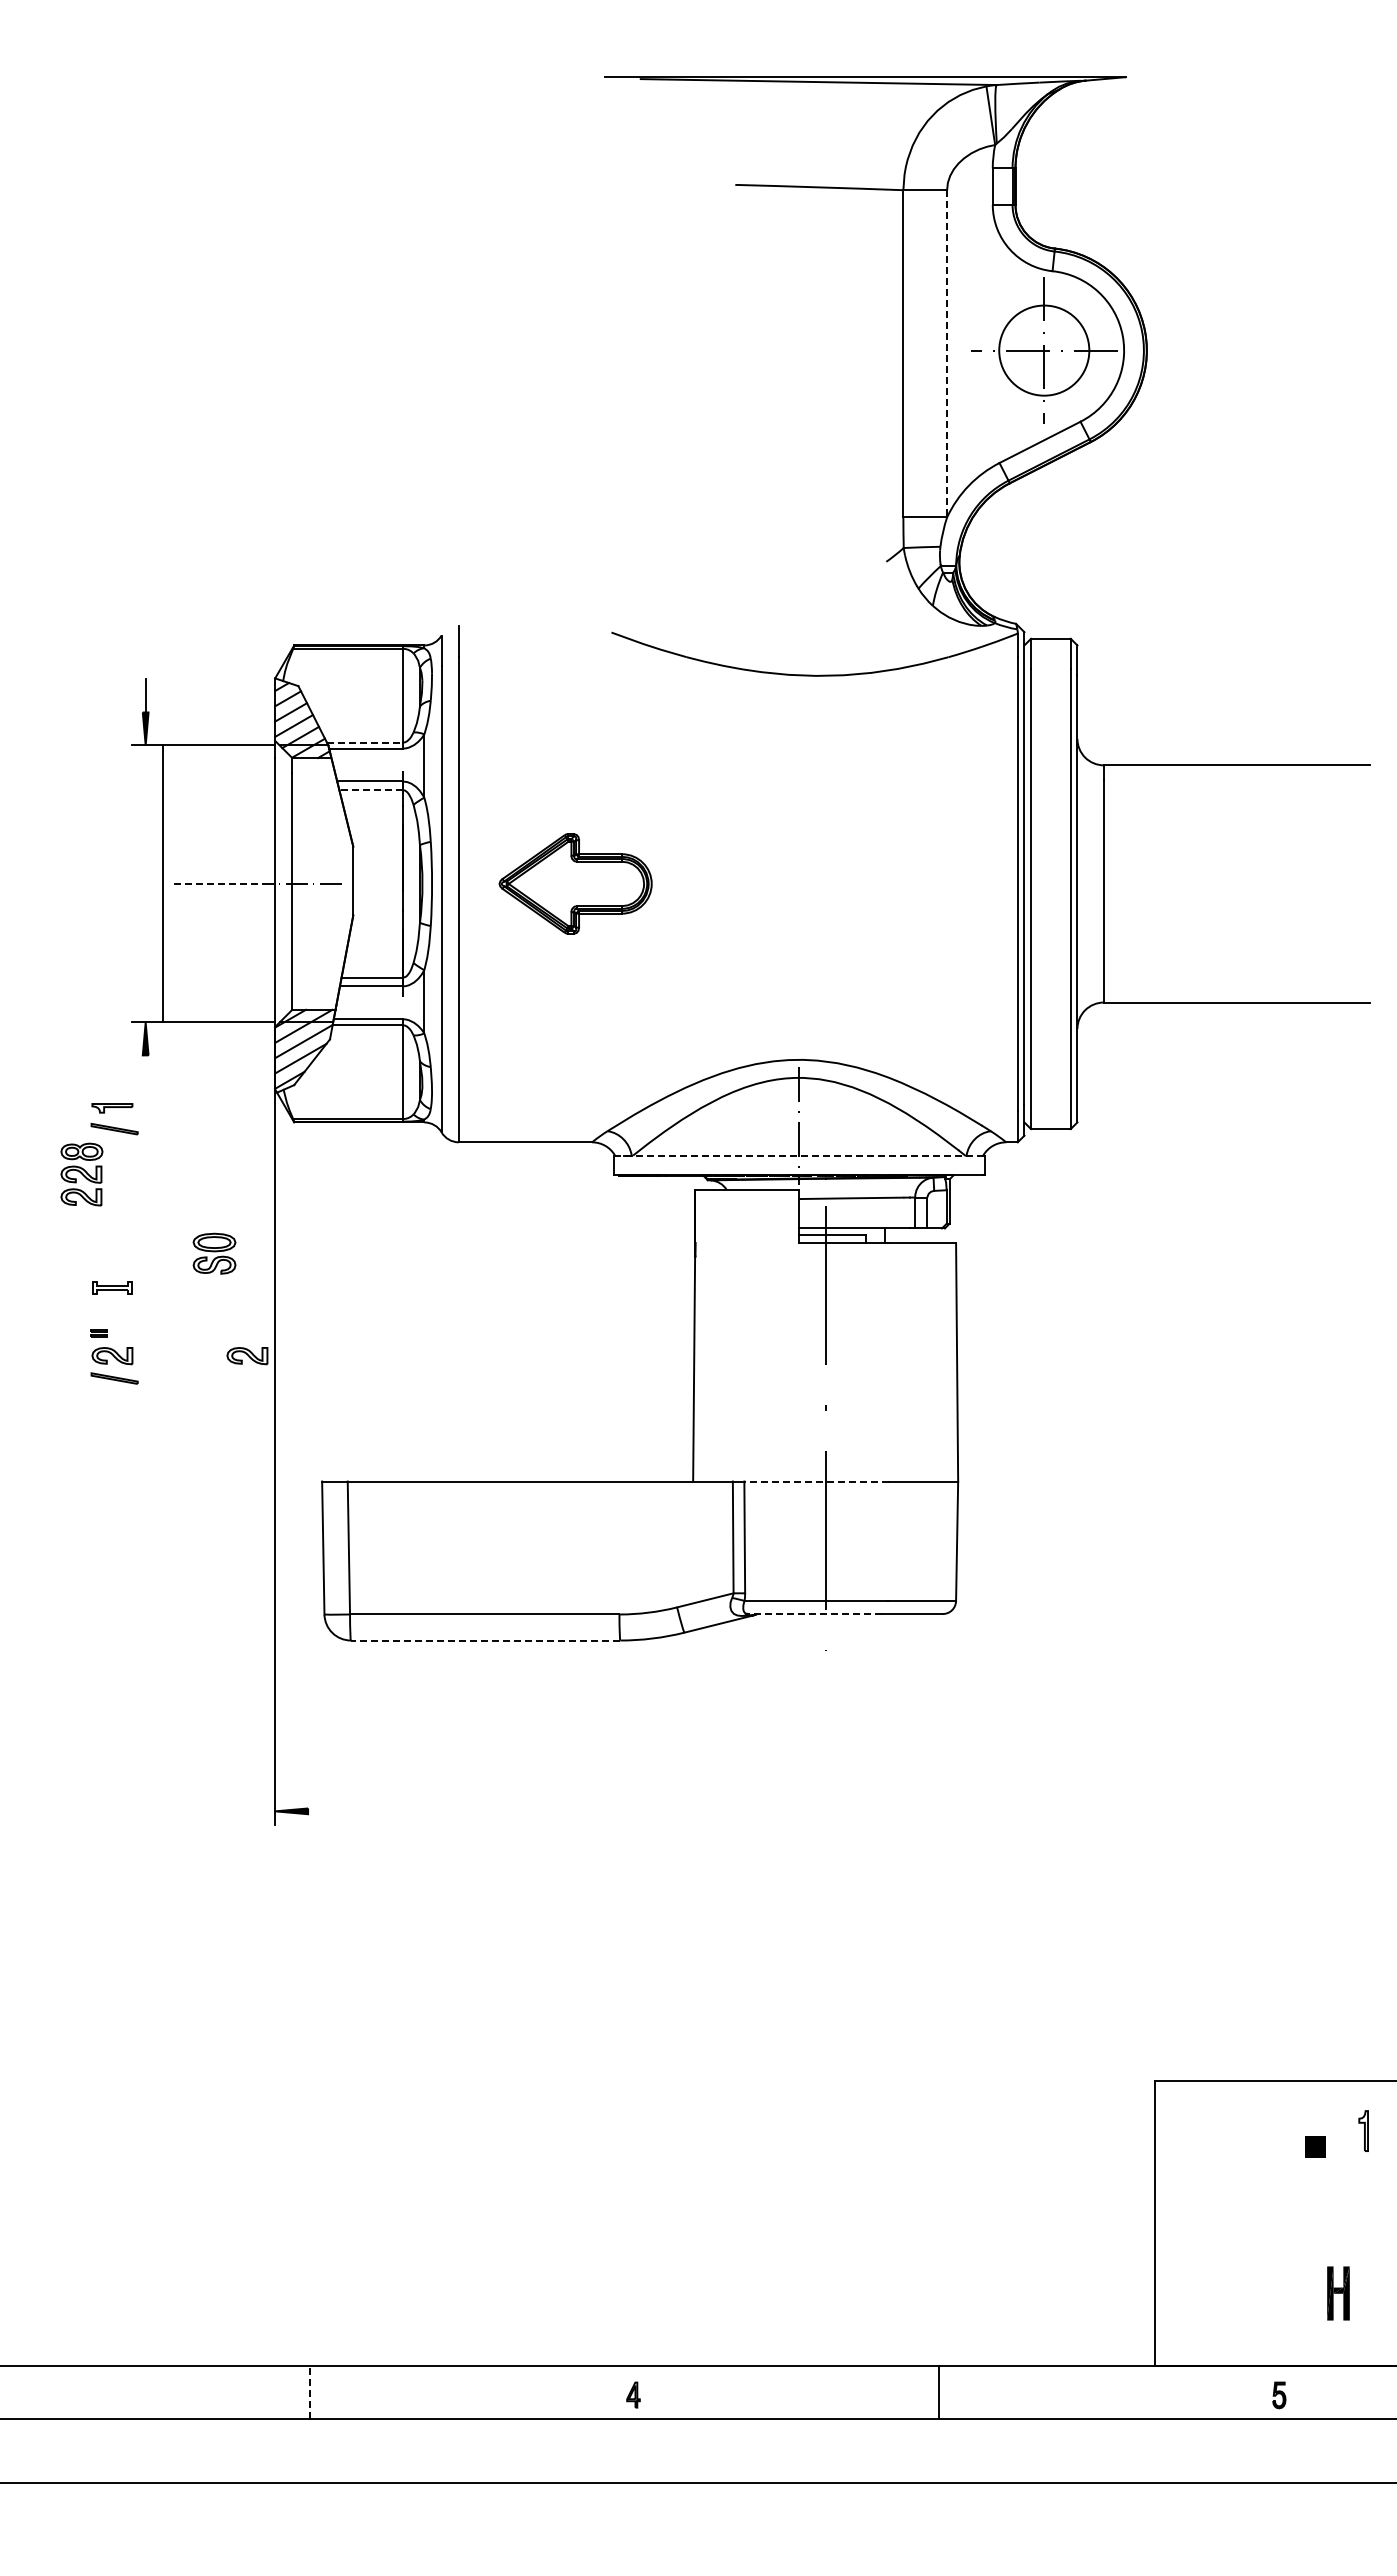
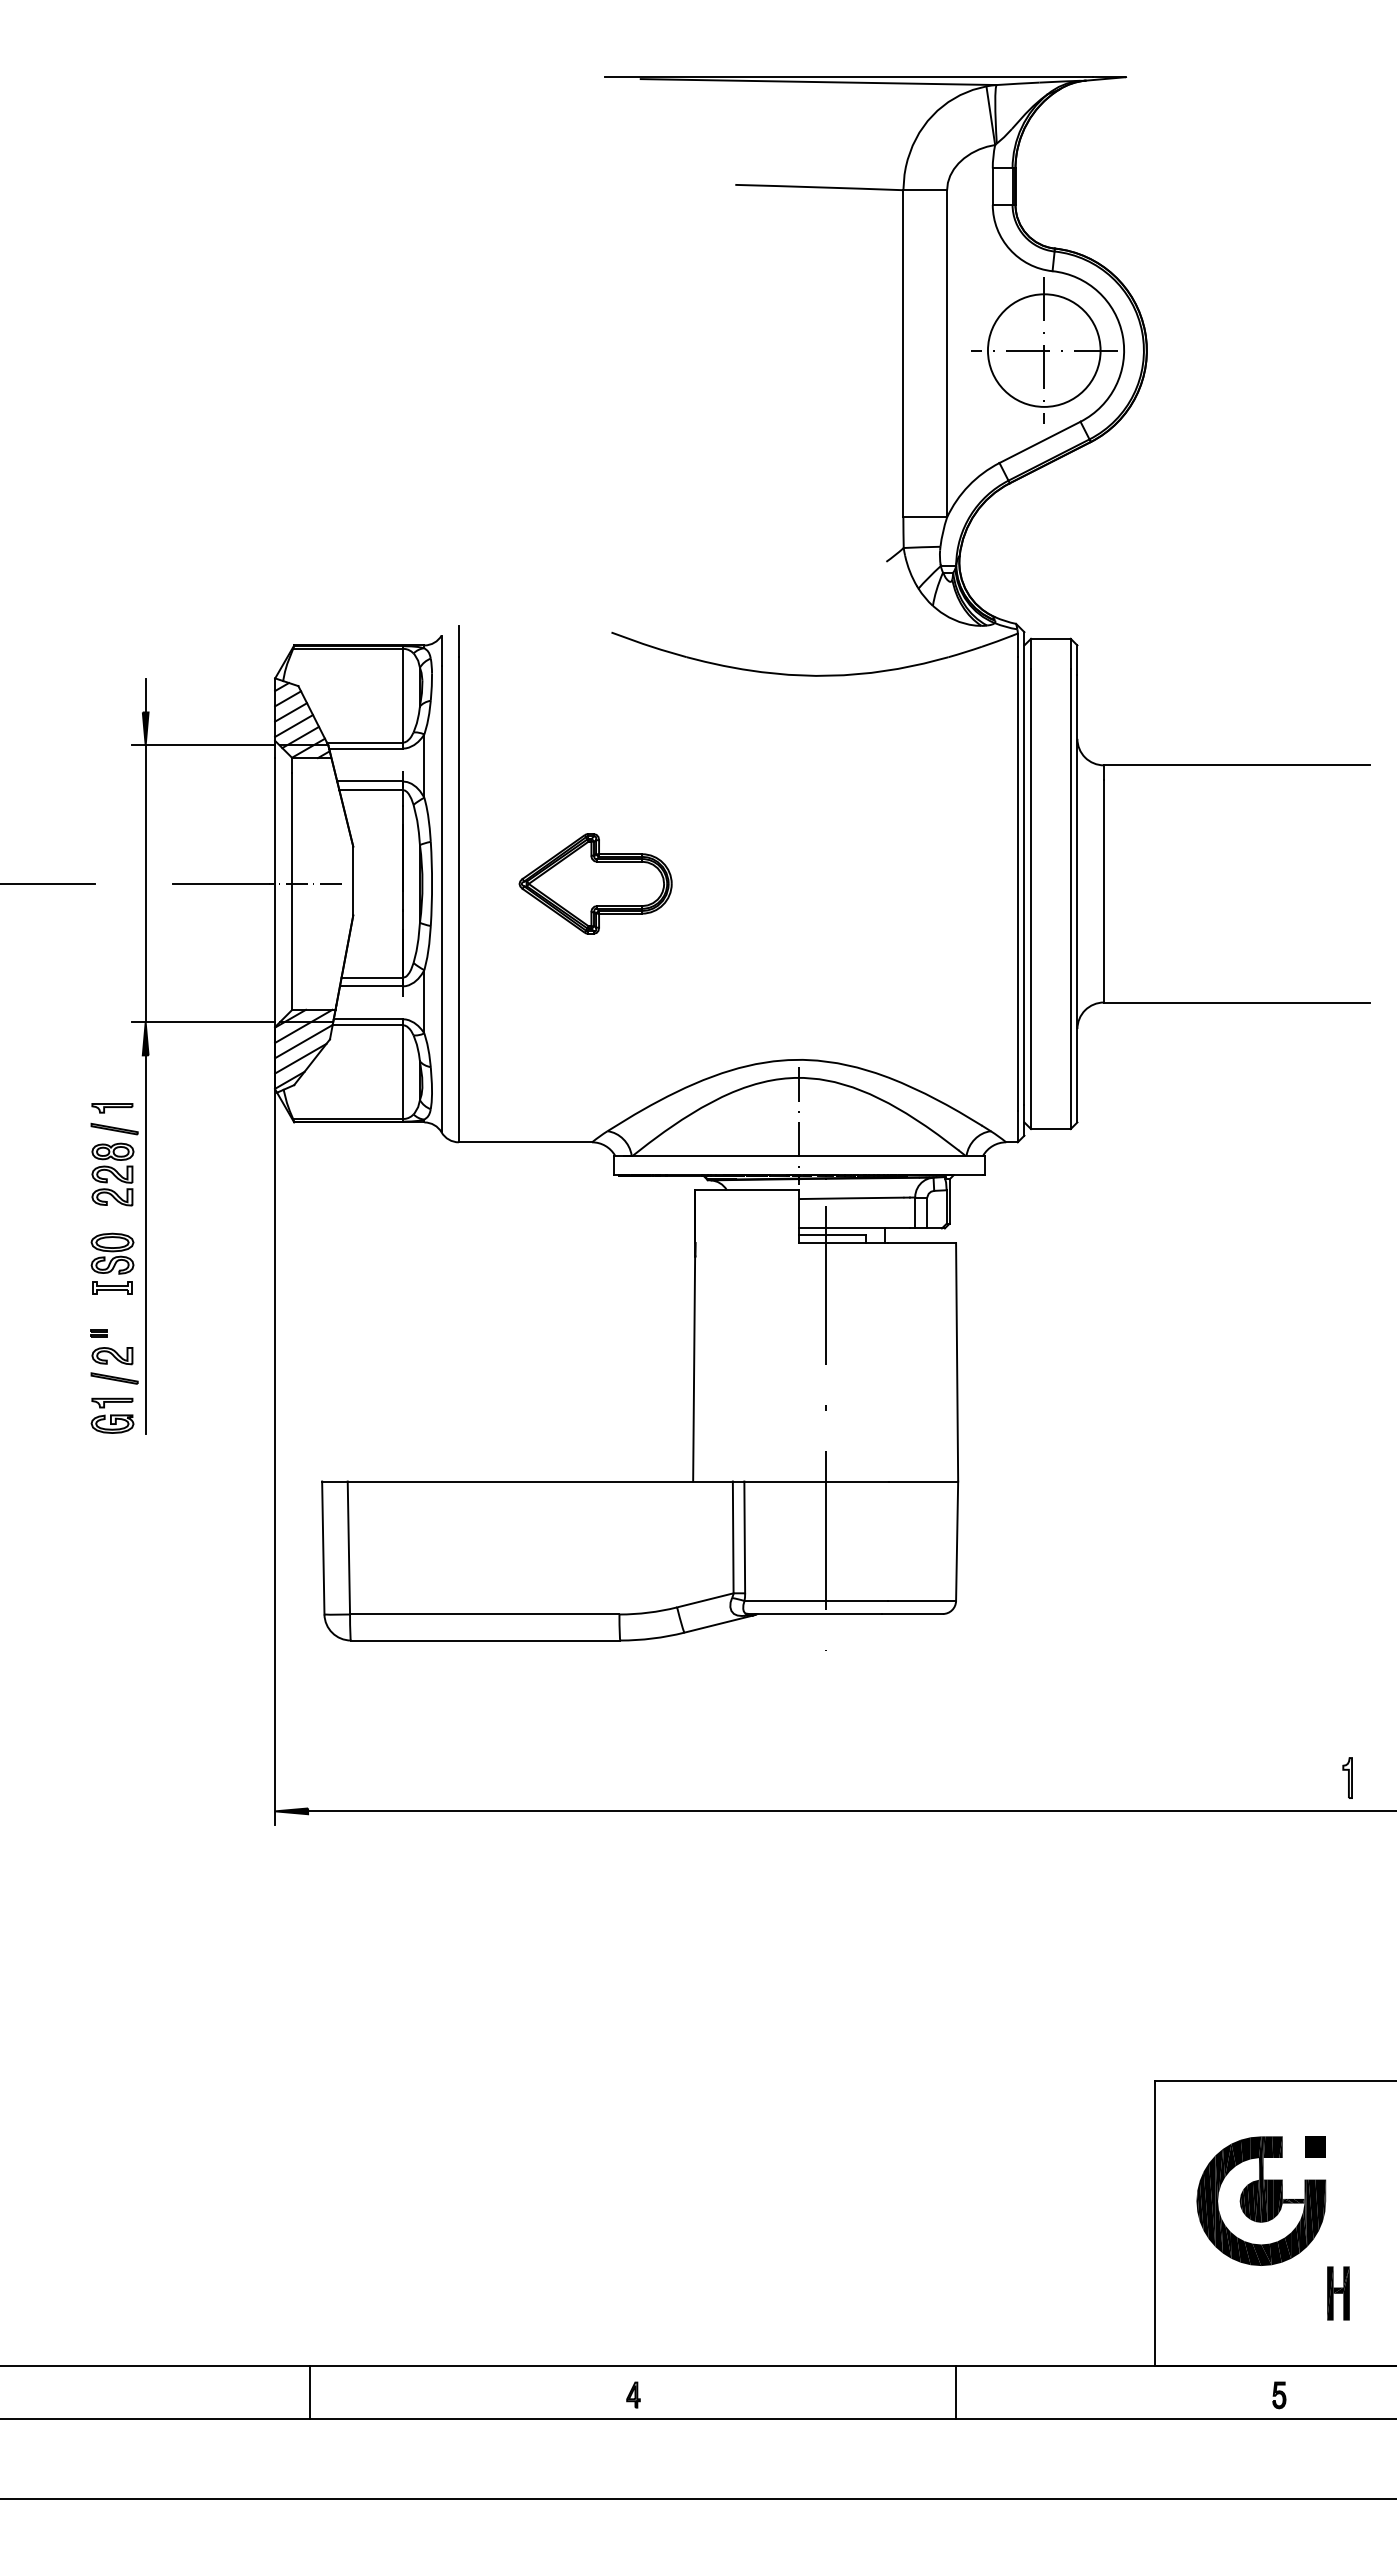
circle at (1044, 350) diameter: 90 px -> 113 px
line at (947, 353): dashed -> solid
line at (364, 742): dashed -> solid
line at (371, 790): dashed -> solid
line at (48, 883): none -> present
line at (162, 883) position: (162, 883) -> (145, 883)
line at (221, 883): dashed -> solid
part at (575, 883) position: (575, 883) -> (595, 883)
line at (798, 1155): dashed -> solid
part at (81, 1174) position: (81, 1174) -> (112, 1174)
line at (145, 1244): none -> present
part at (214, 1253) position: (214, 1253) -> (112, 1253)
part at (247, 1356): present -> none
part at (112, 1415): none -> present
line at (816, 1481): dashed -> solid
line at (814, 1614): dashed -> solid
line at (485, 1640): dashed -> solid
line at (850, 1811): none -> present
part at (1363, 2130) position: (1363, 2130) -> (1347, 1777)
part at (1261, 2200): none -> present
line at (310, 2392): dashed -> solid
line at (939, 2392) position: (939, 2392) -> (956, 2392)
line at (697, 2482) position: (697, 2482) -> (697, 2498)
